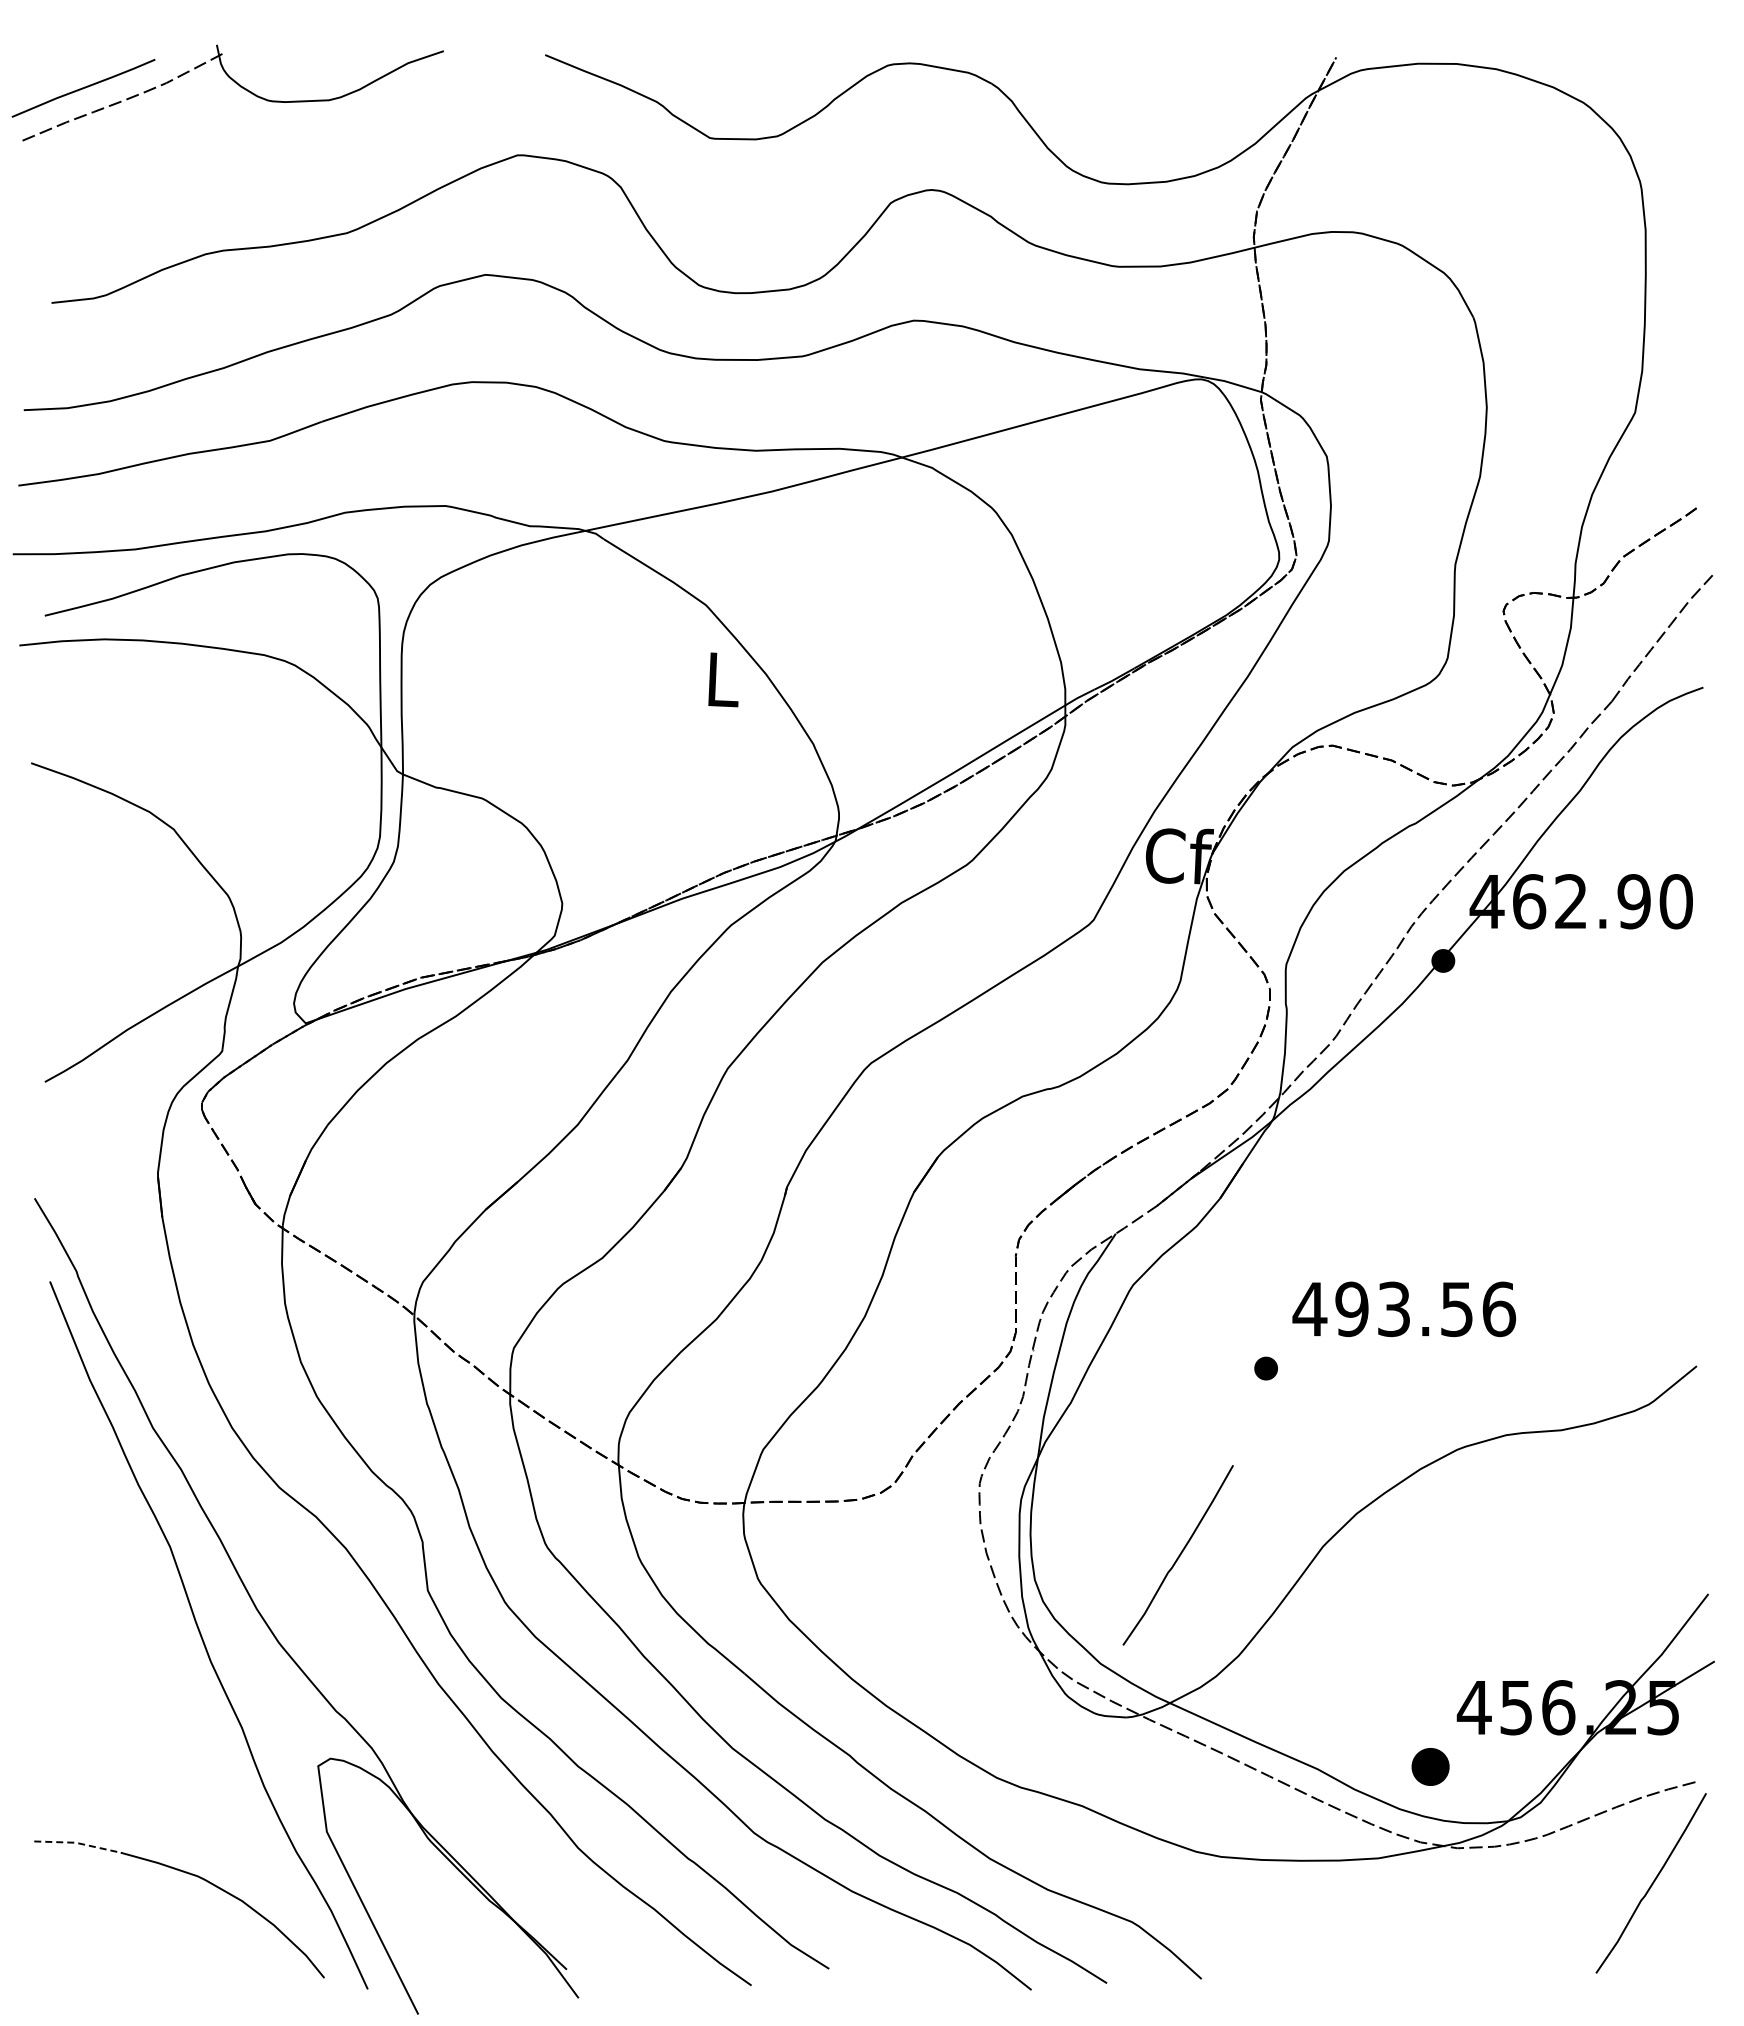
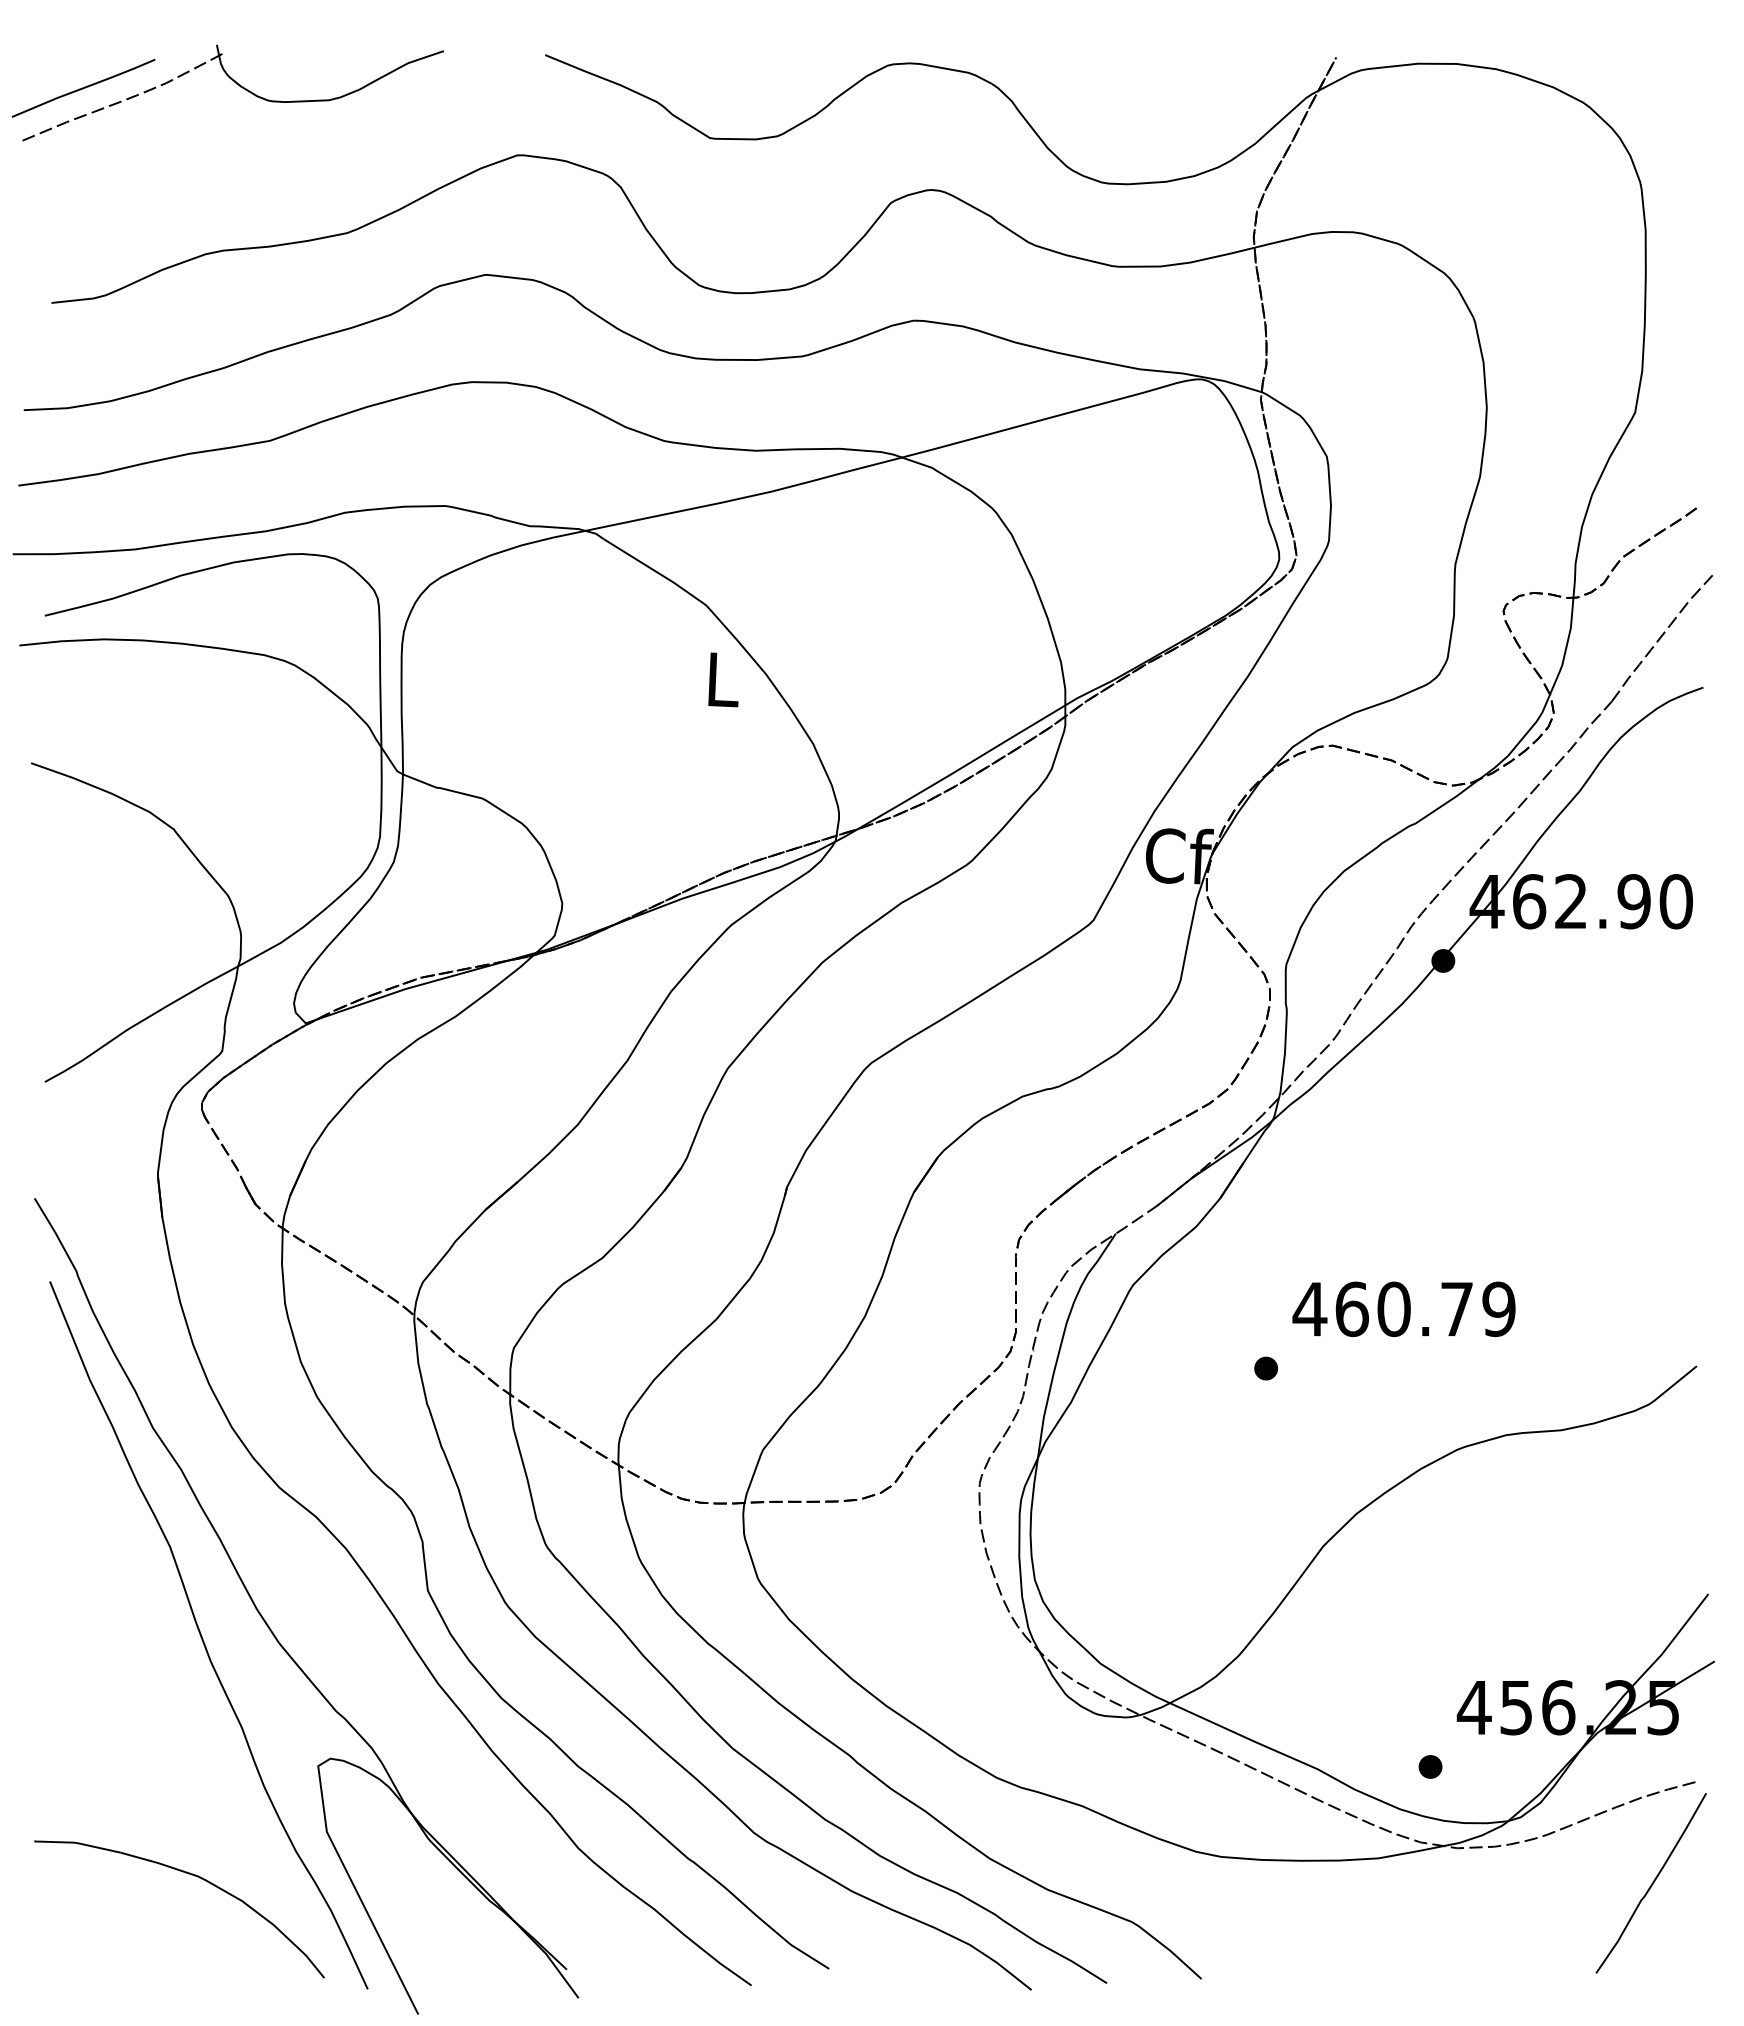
text at (1425, 1309): 493.56 -> 460.79
curve at (1178, 1555): present -> none
part at (1430, 1766) size: 39x38 px -> 25x24 px
line at (77, 1843): dashed -> solid
